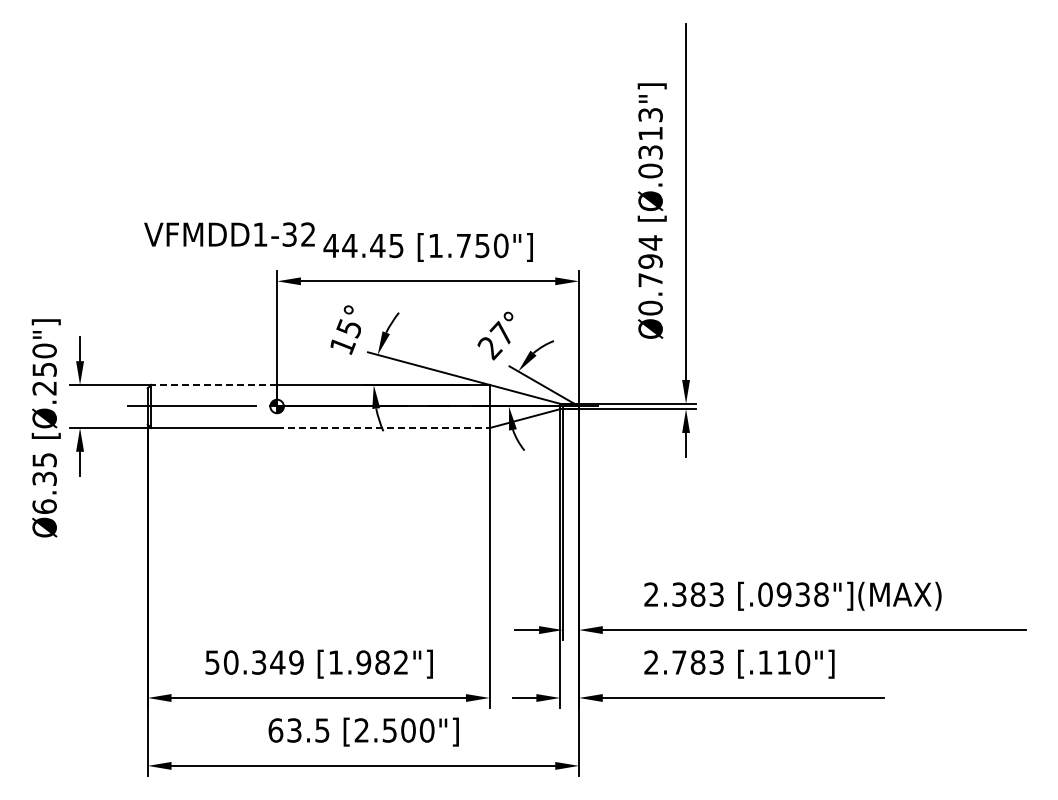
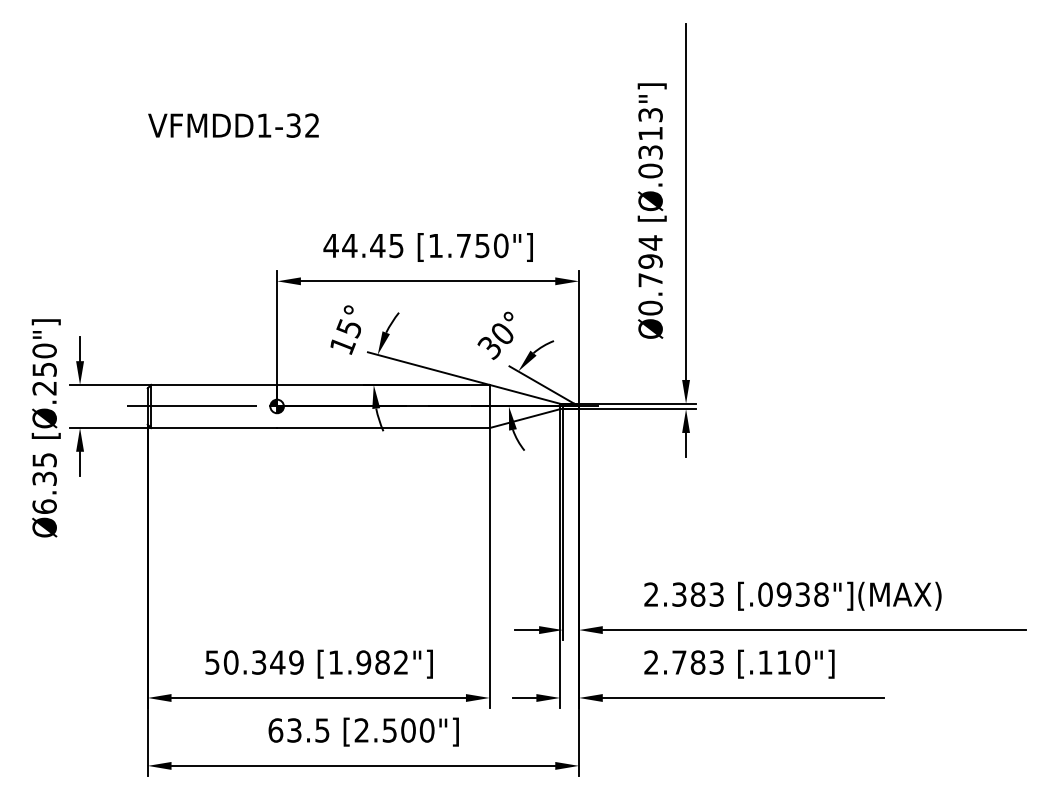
text at (229, 234) position: (229, 234) -> (233, 125)
text at (495, 340): 27° -> 30°
line at (214, 384): dashed -> solid
line at (383, 428): dashed -> solid
